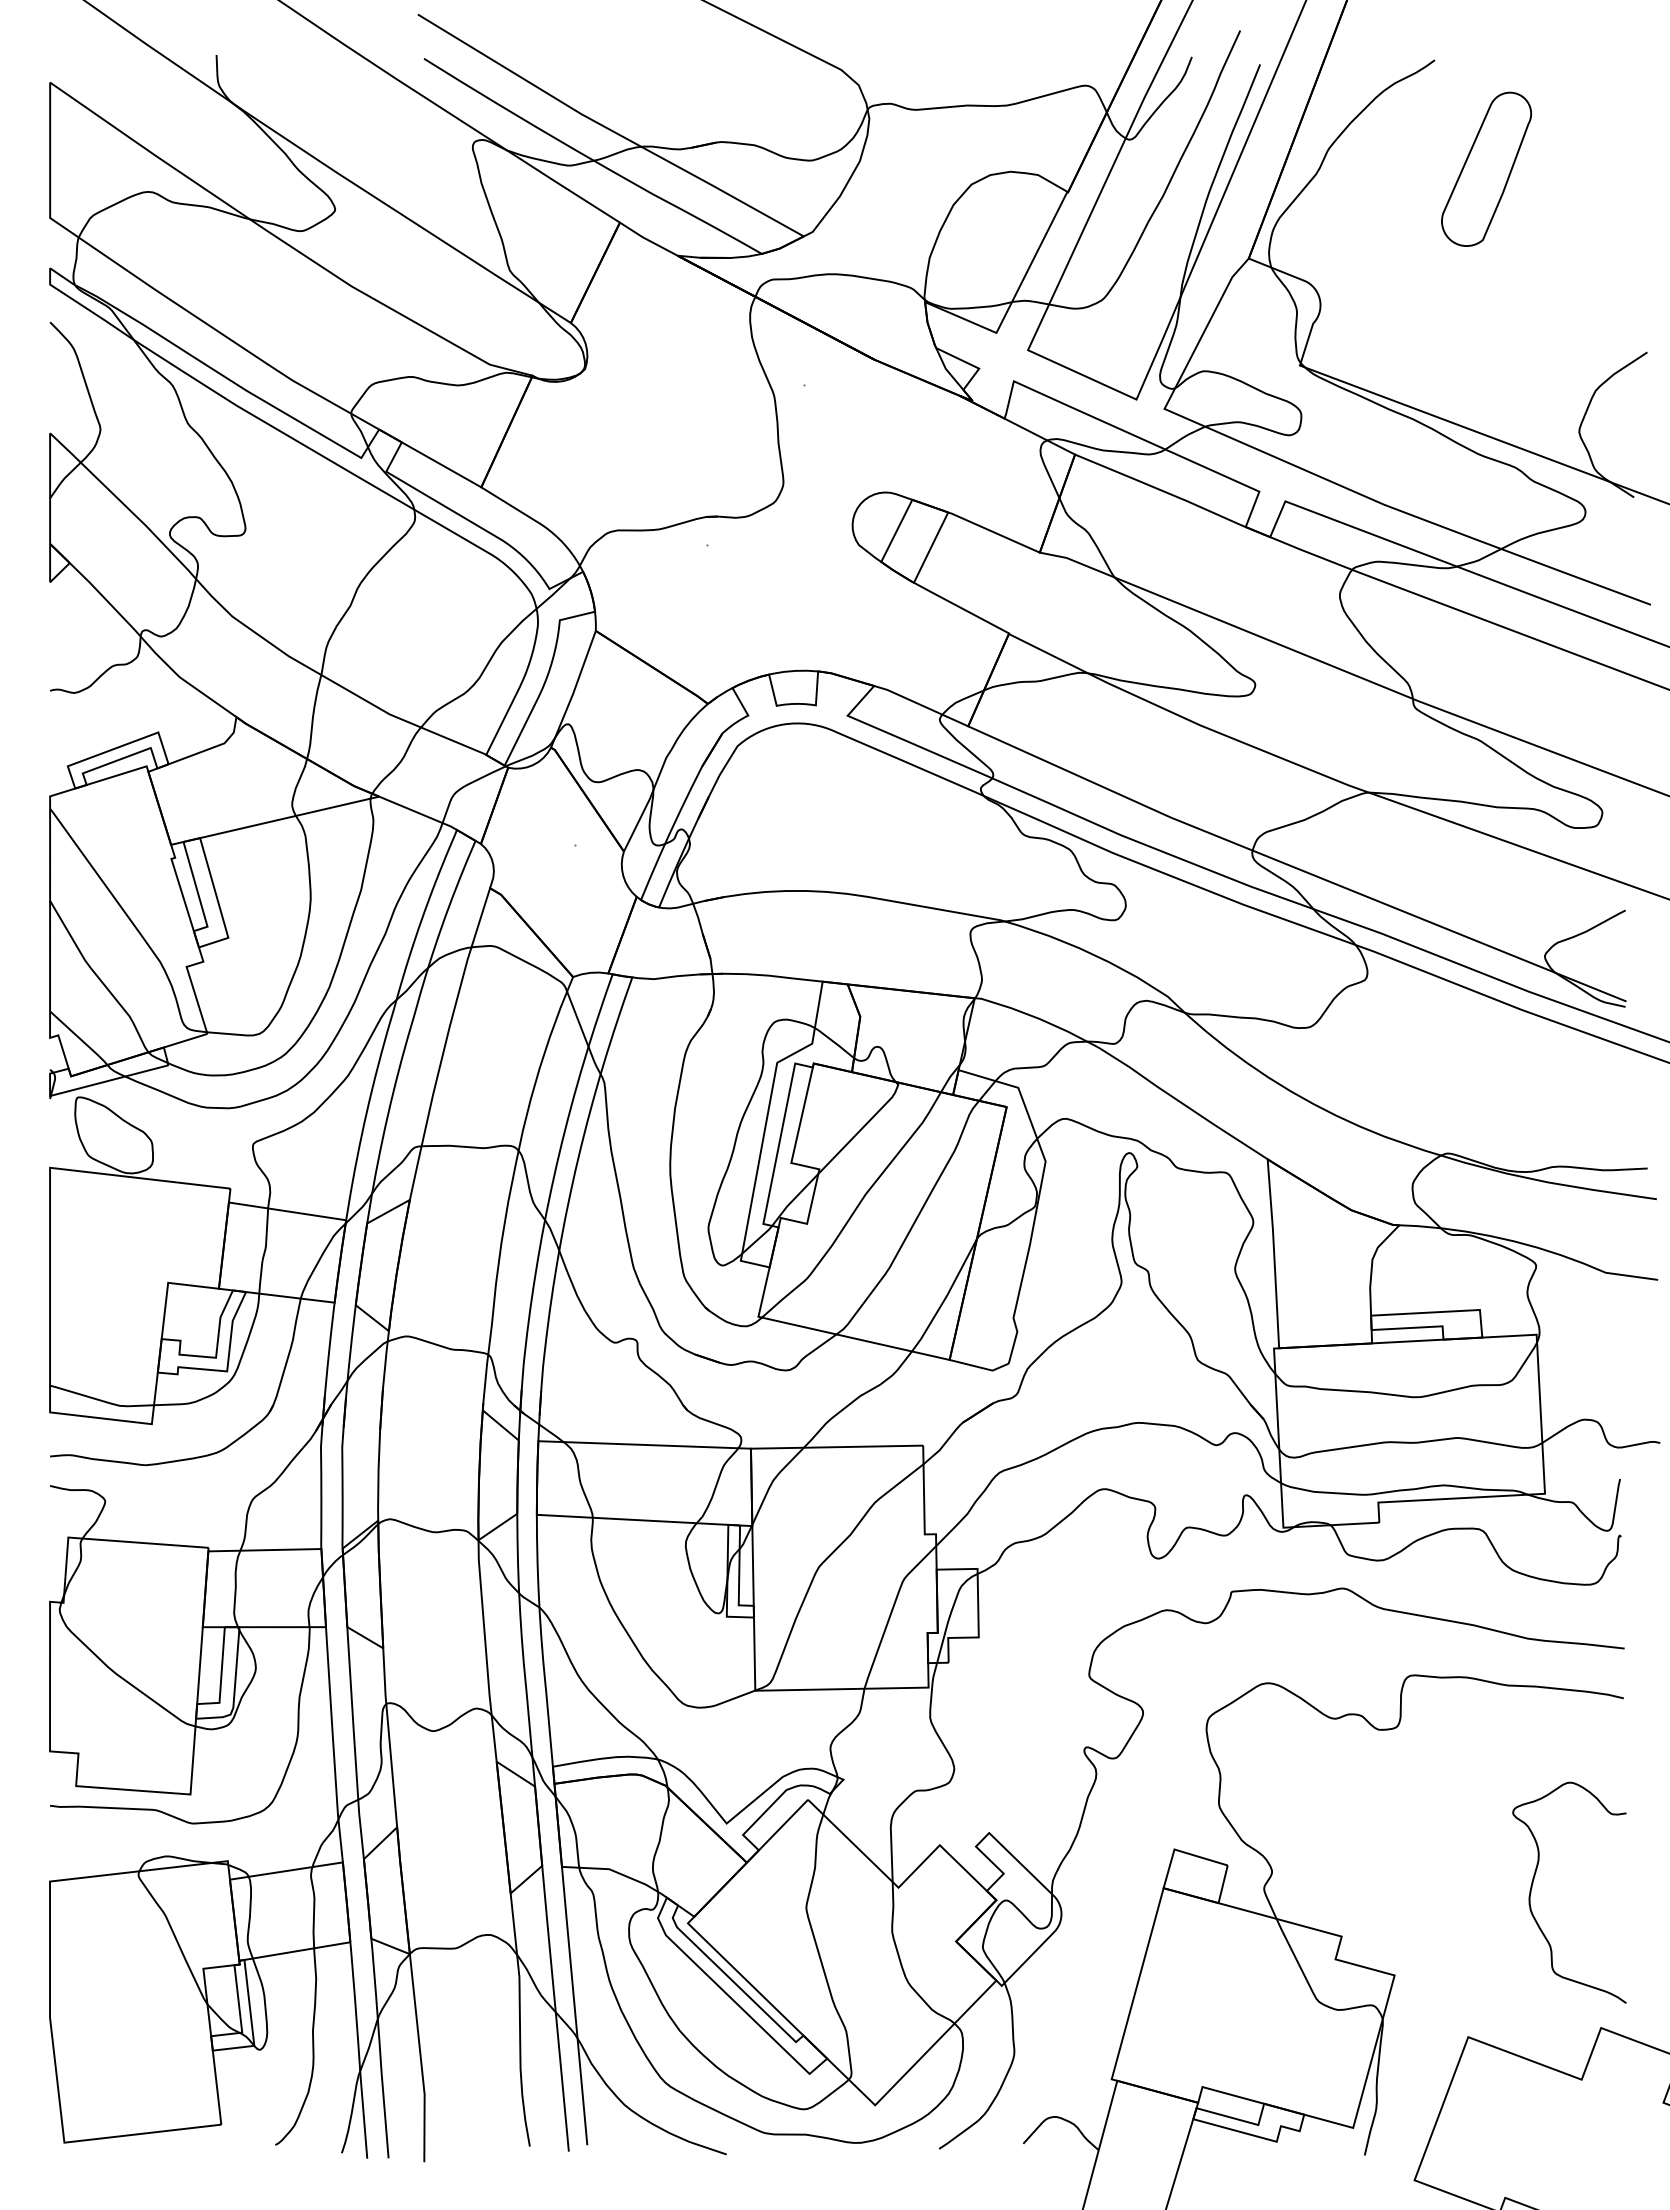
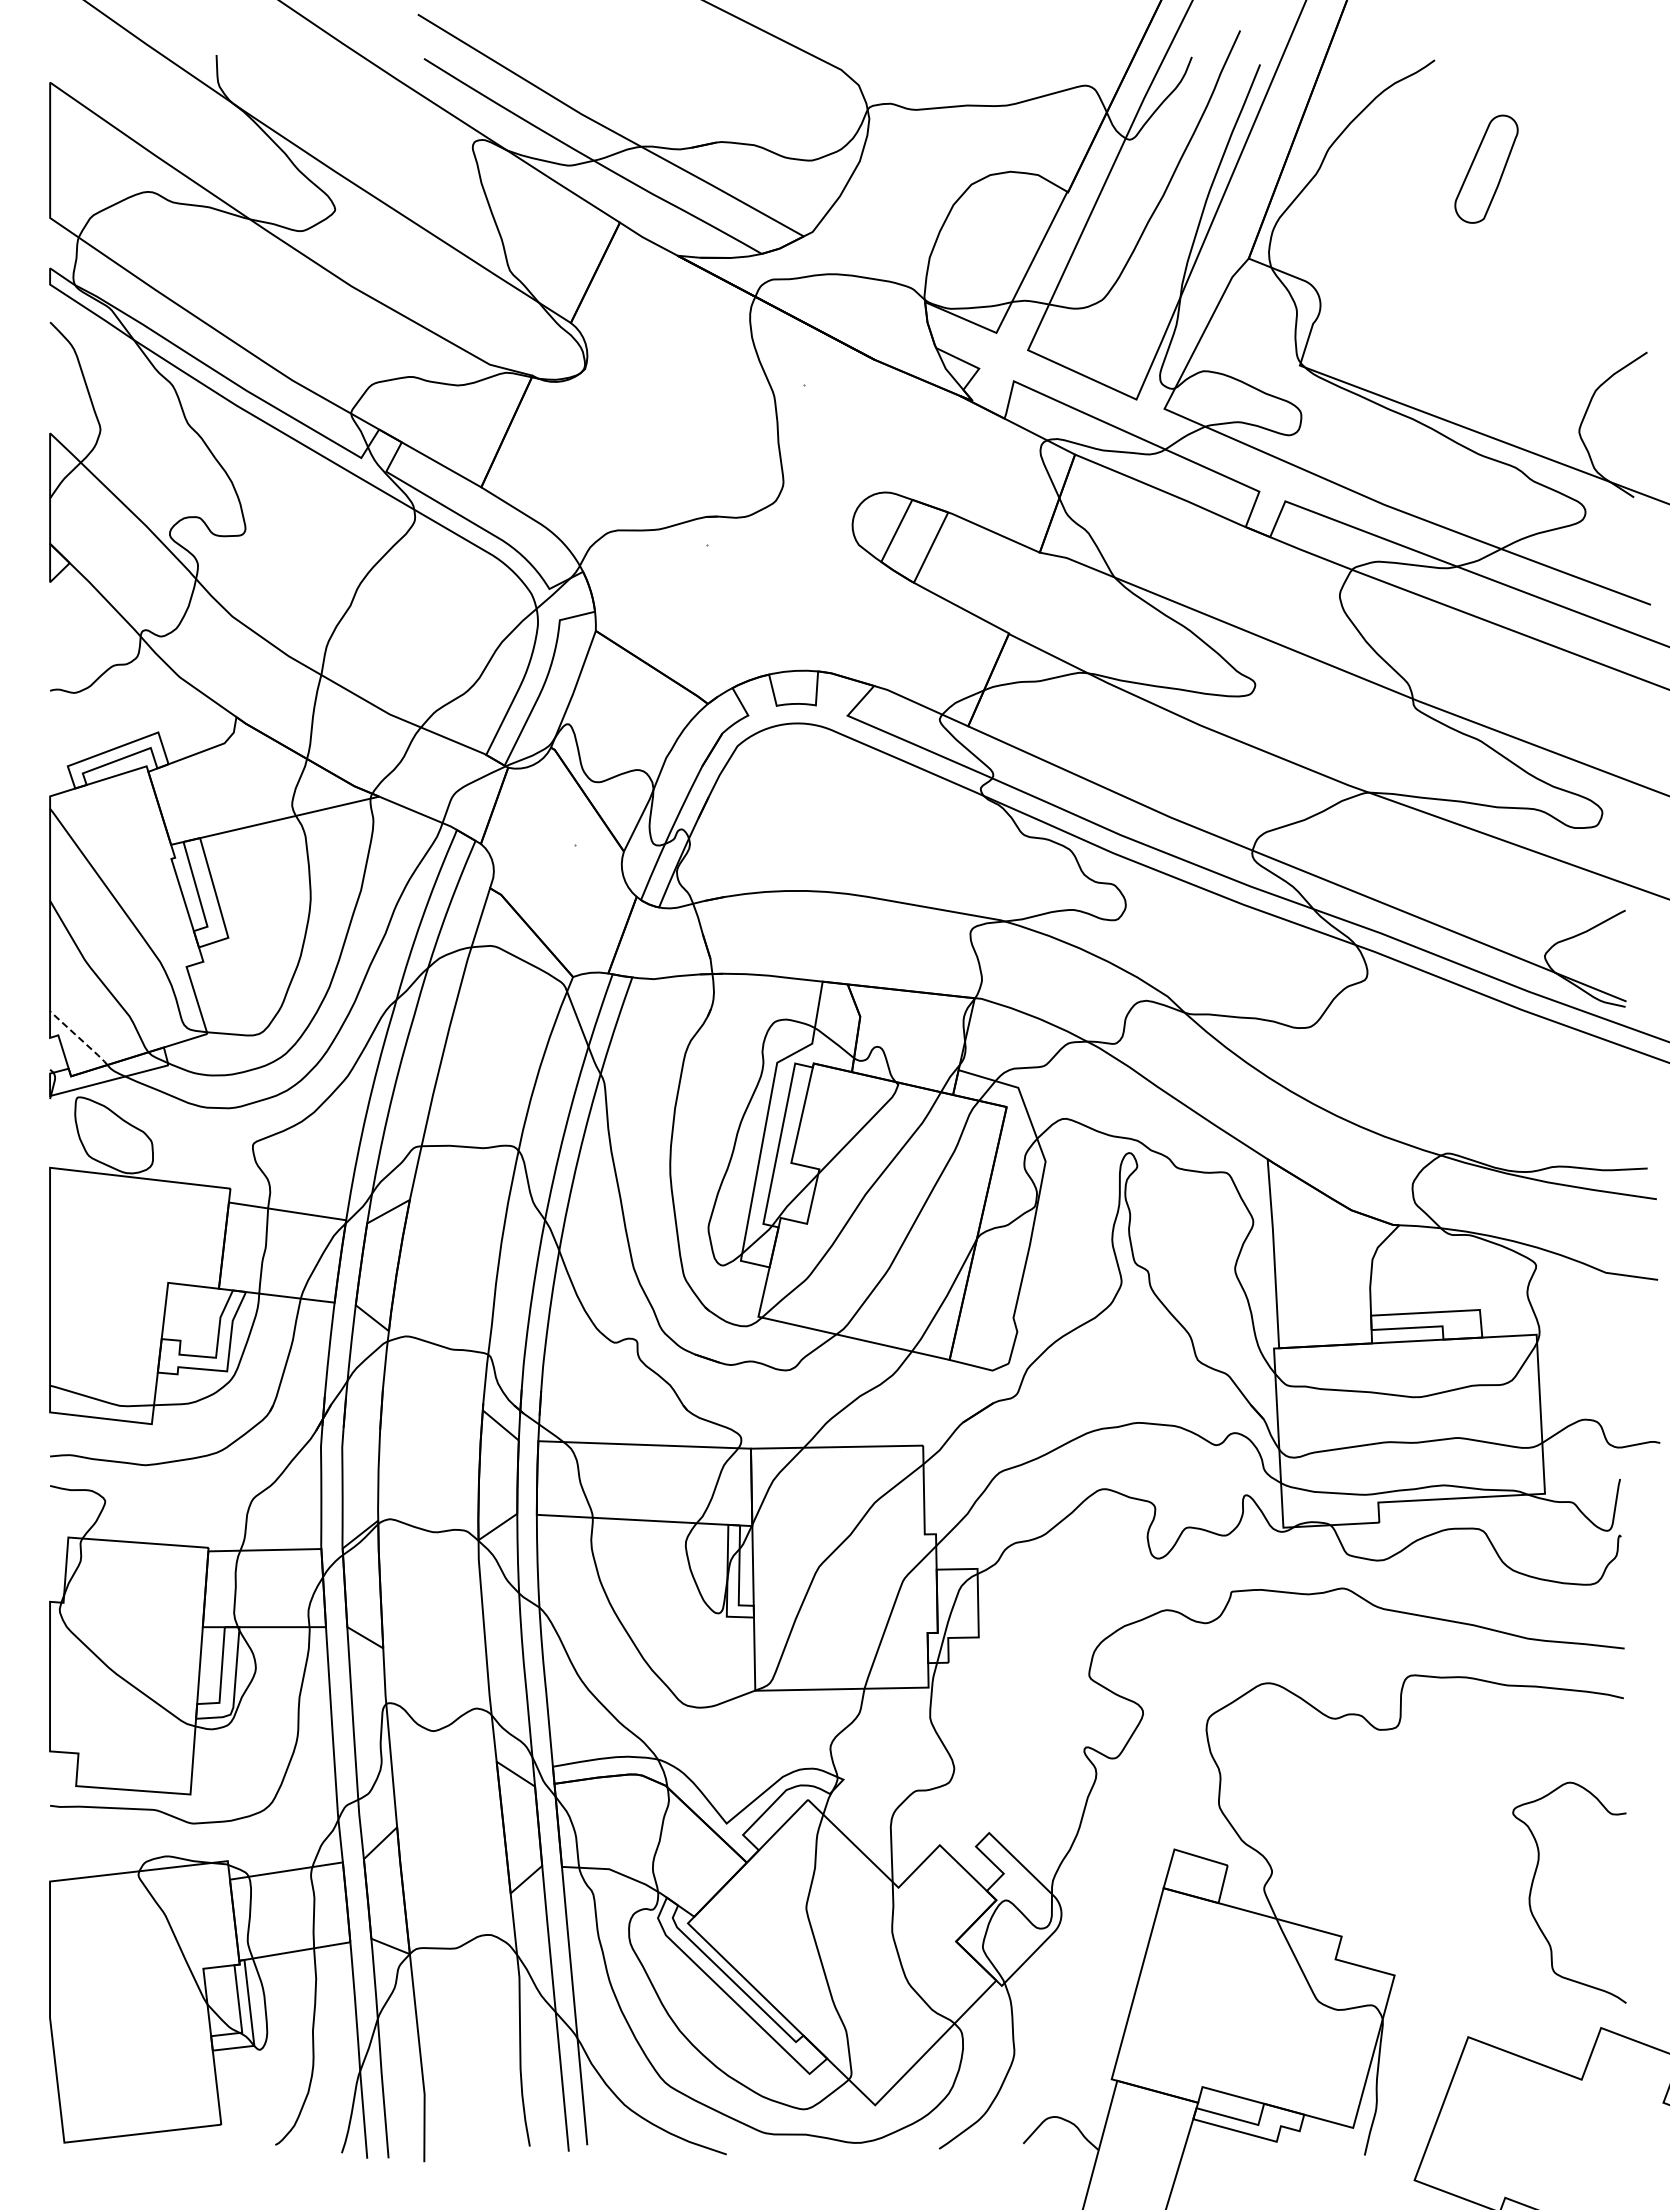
part at (1486, 168) size: 91x156 px -> 65x110 px
line at (80, 1038): solid -> dashed
